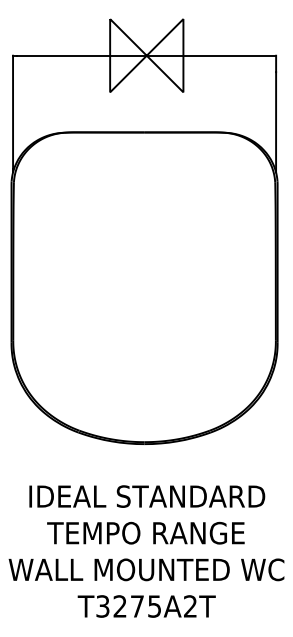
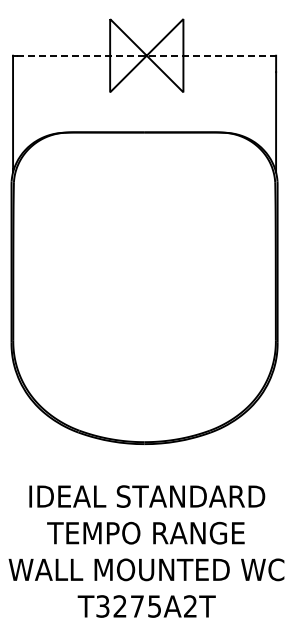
line at (147, 55): solid -> dashed
